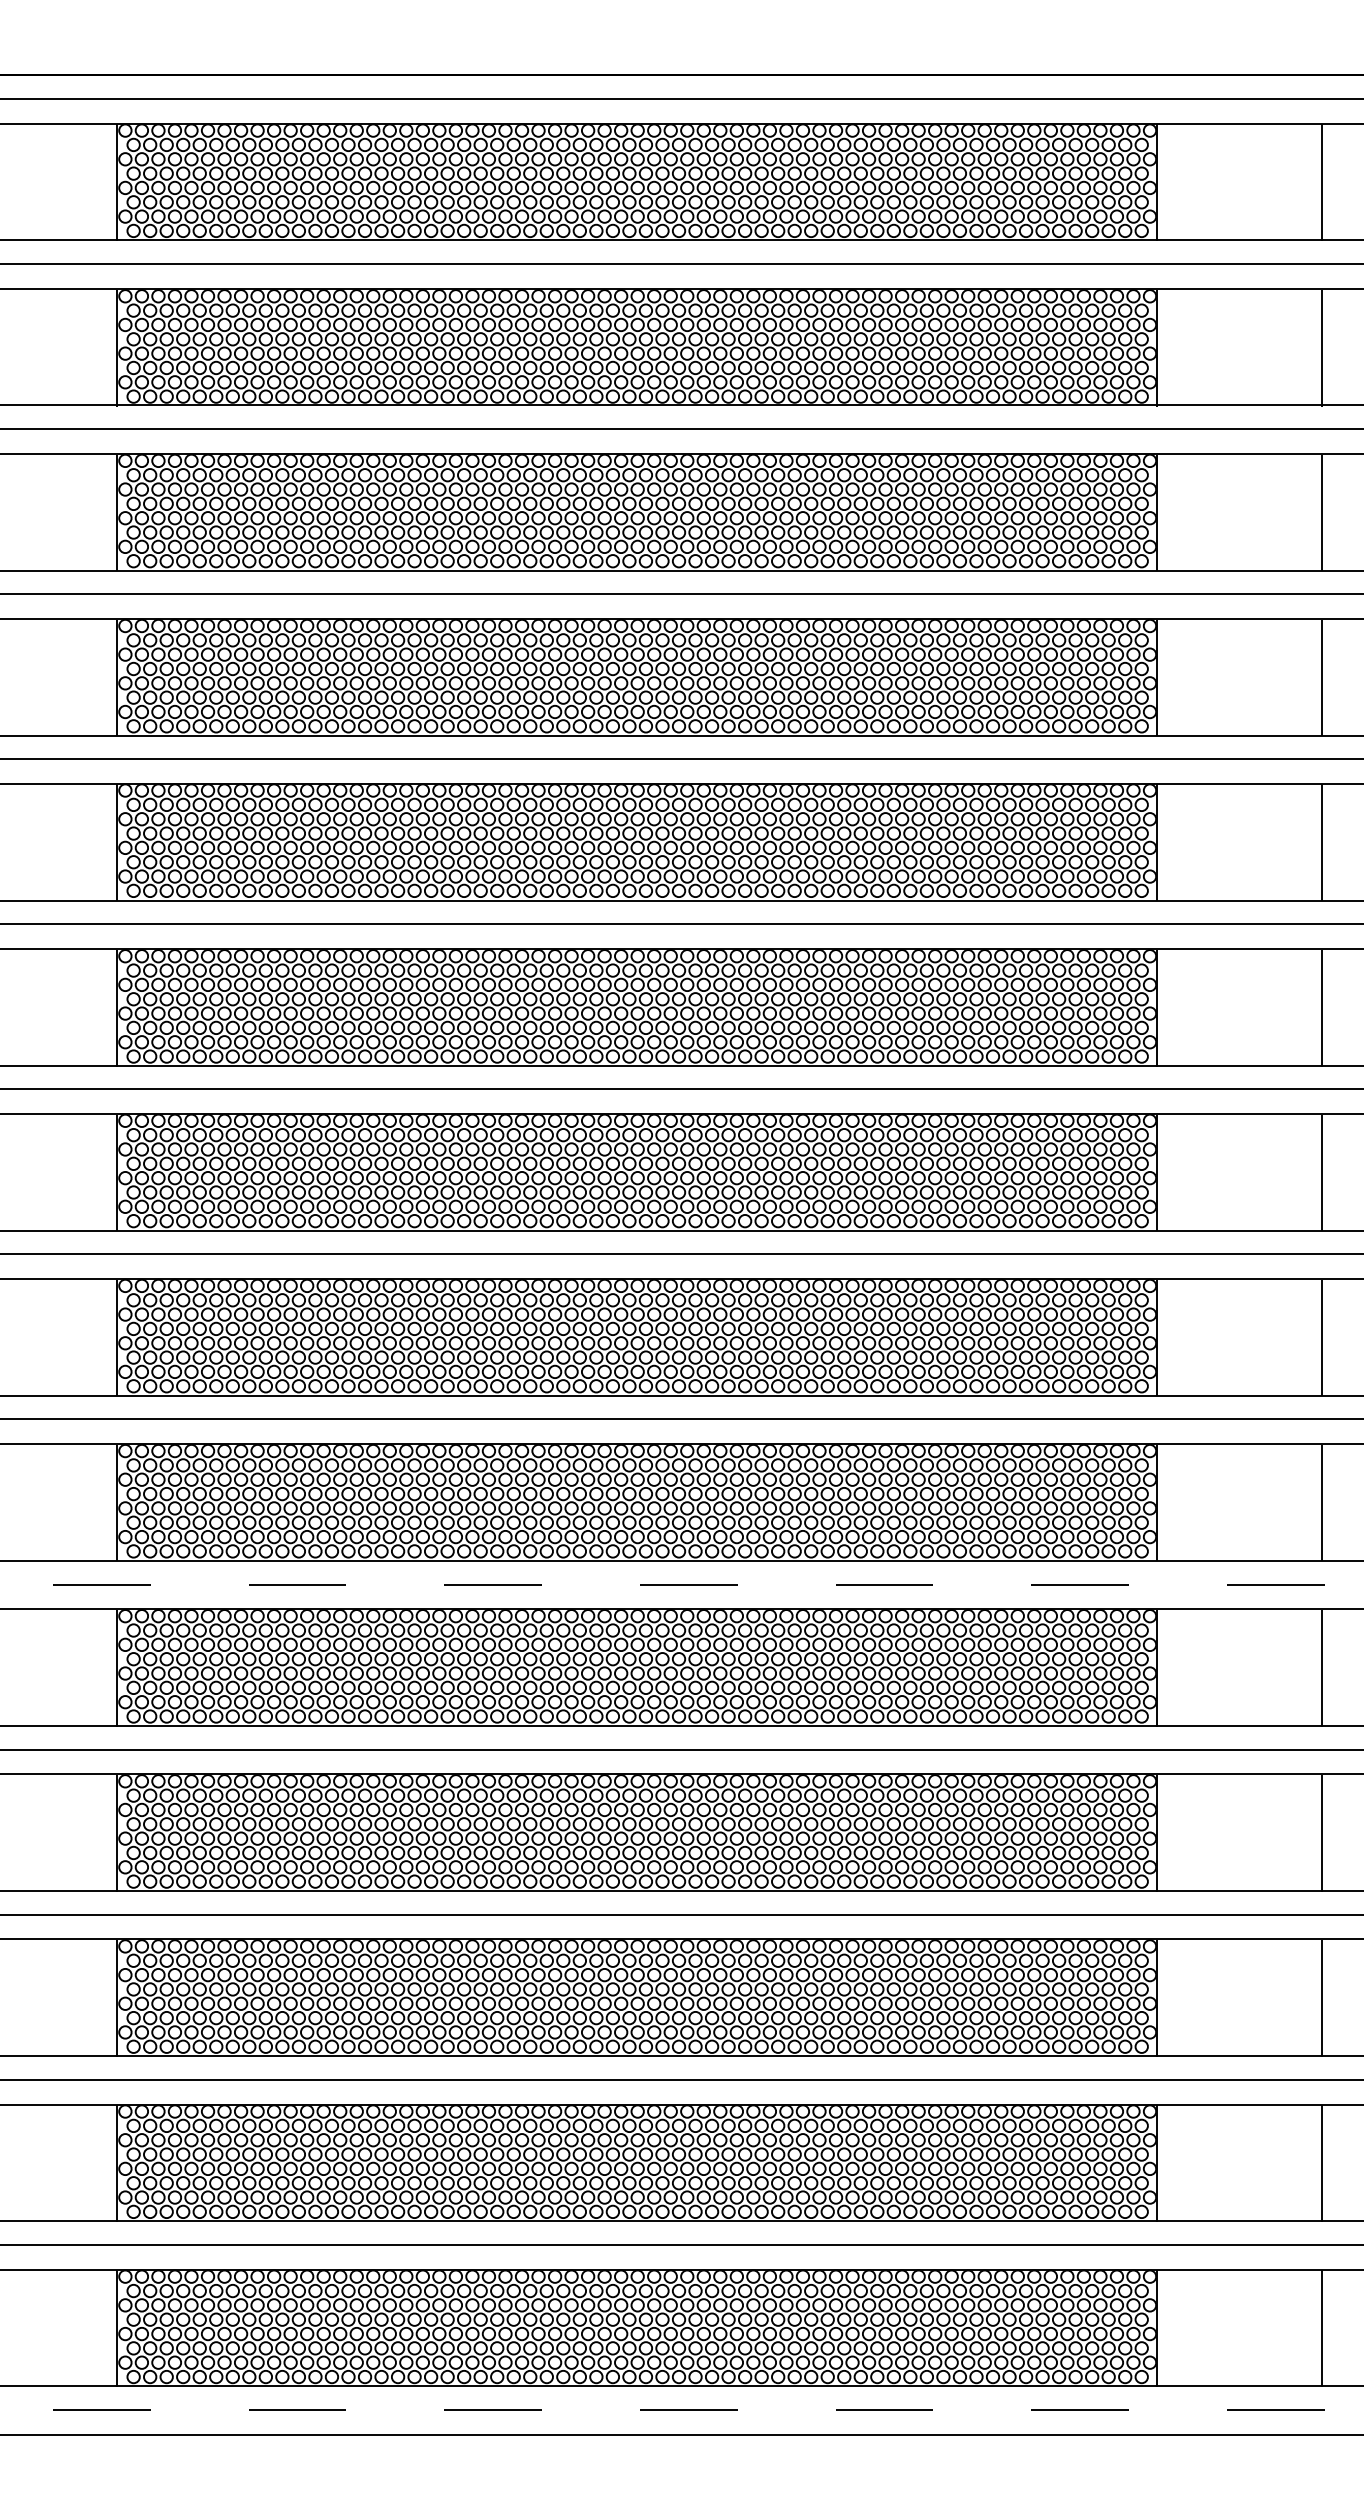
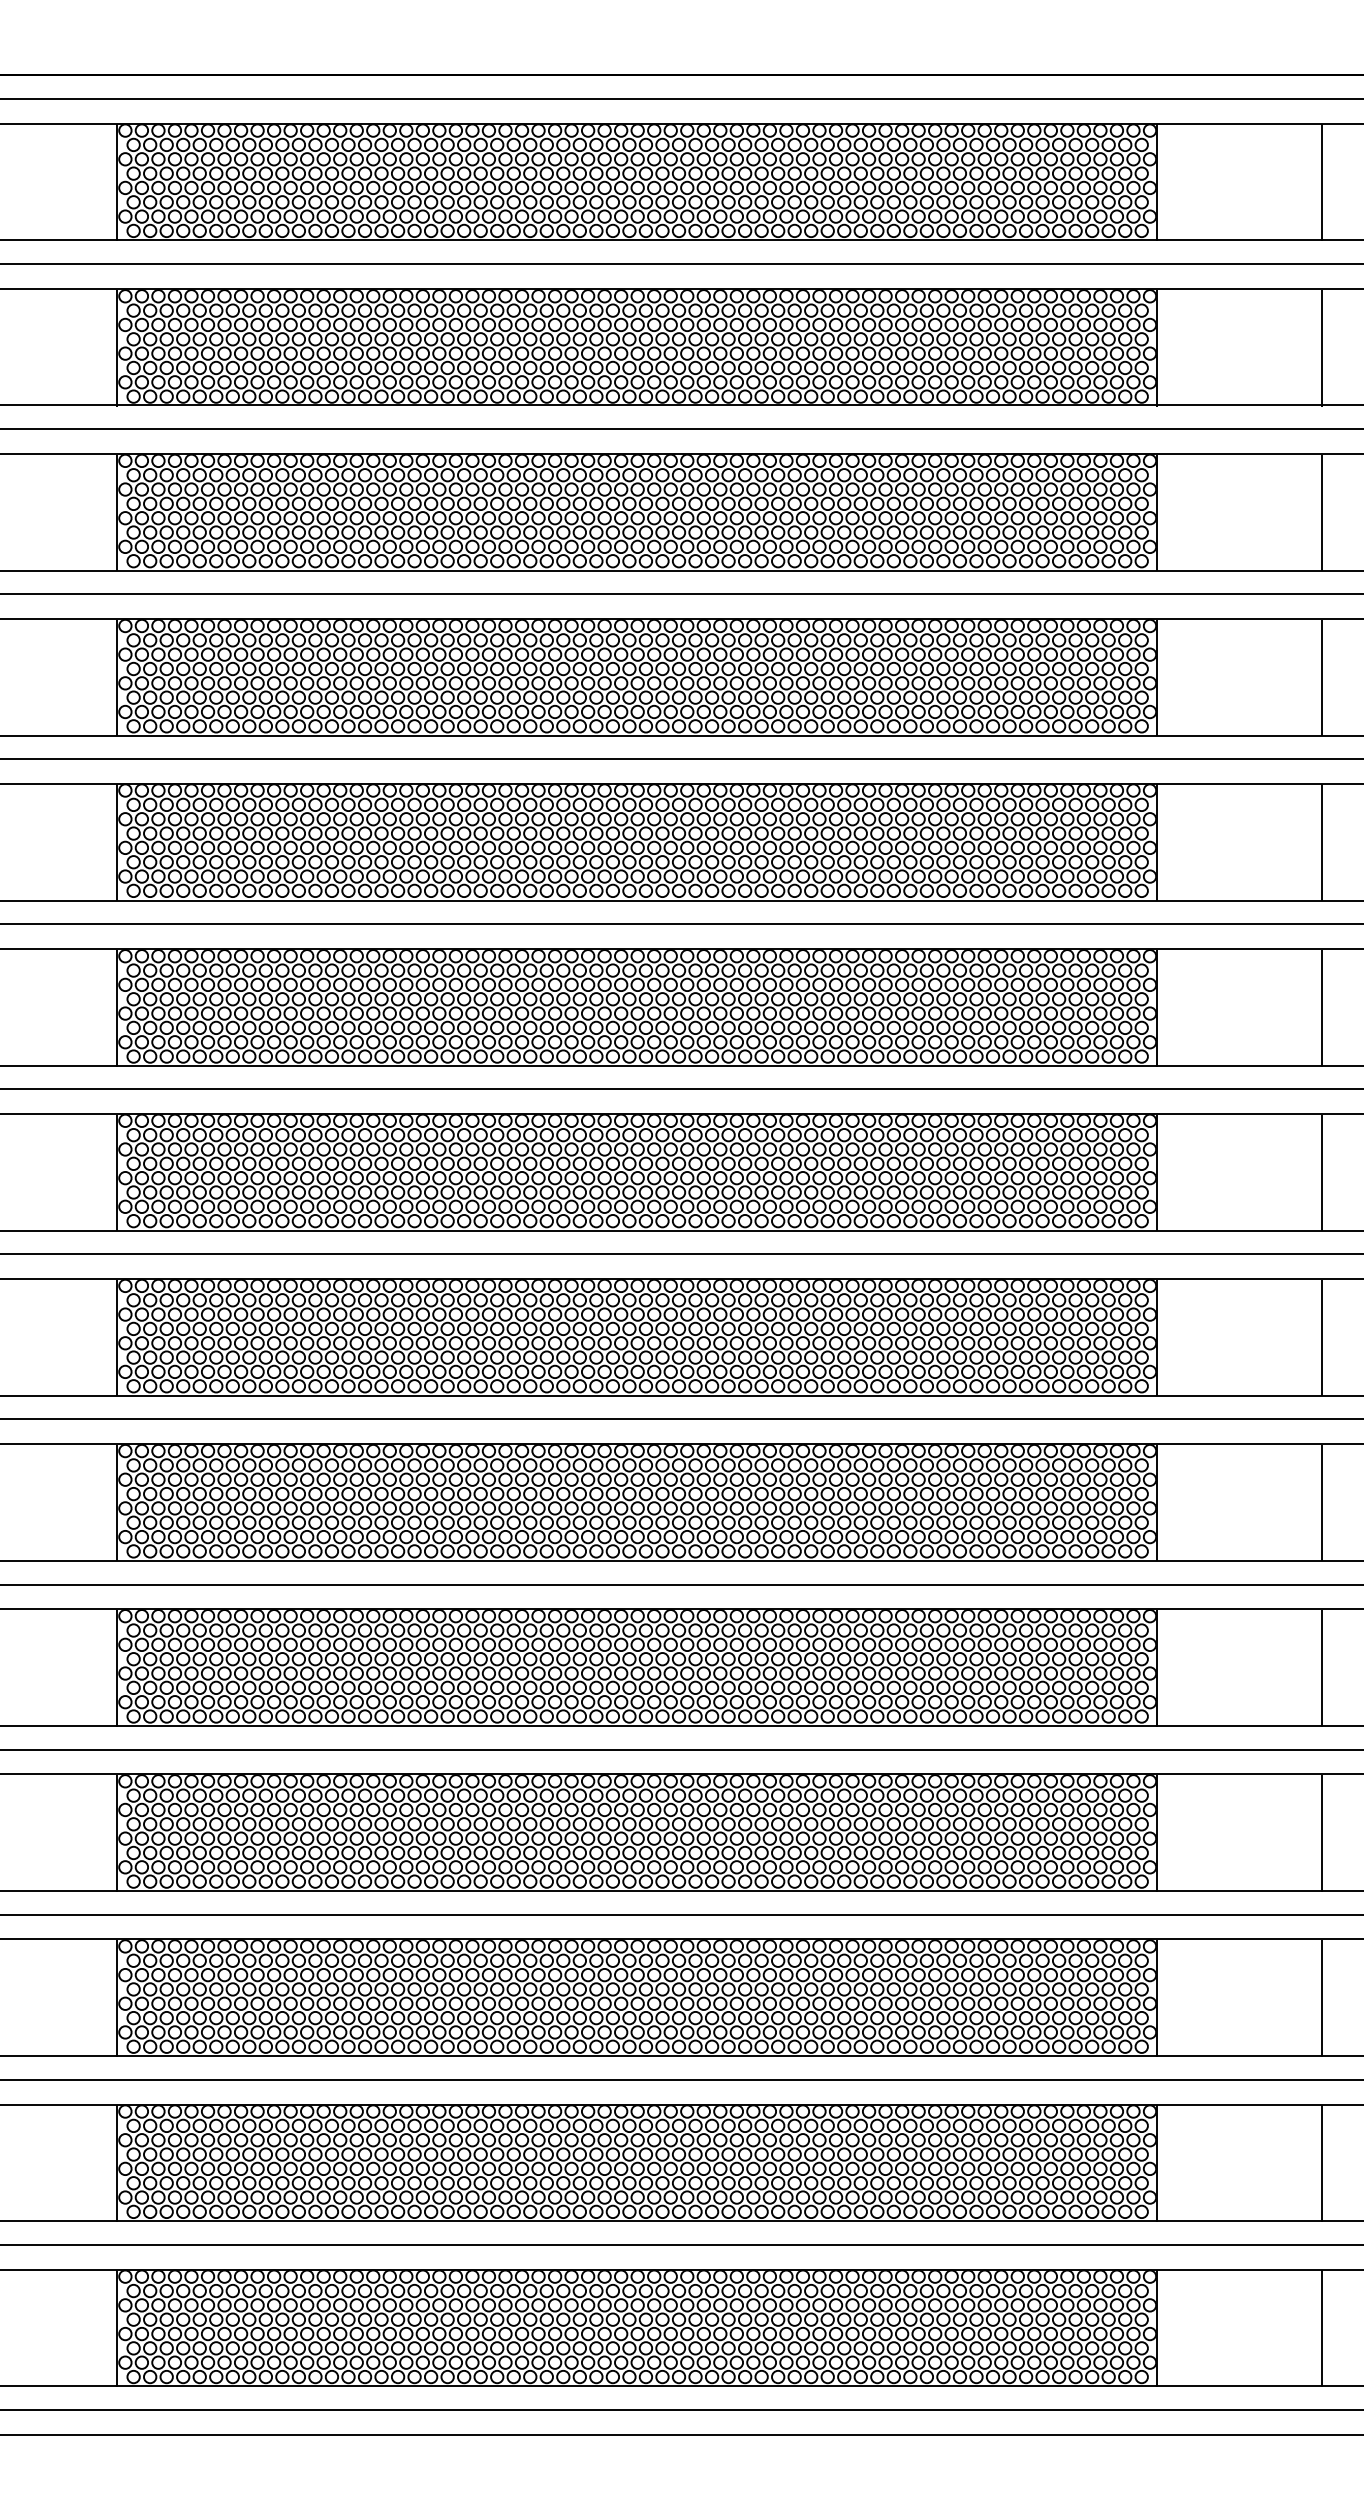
line at (682, 1584): dashed -> solid
line at (682, 2409): dashed -> solid
